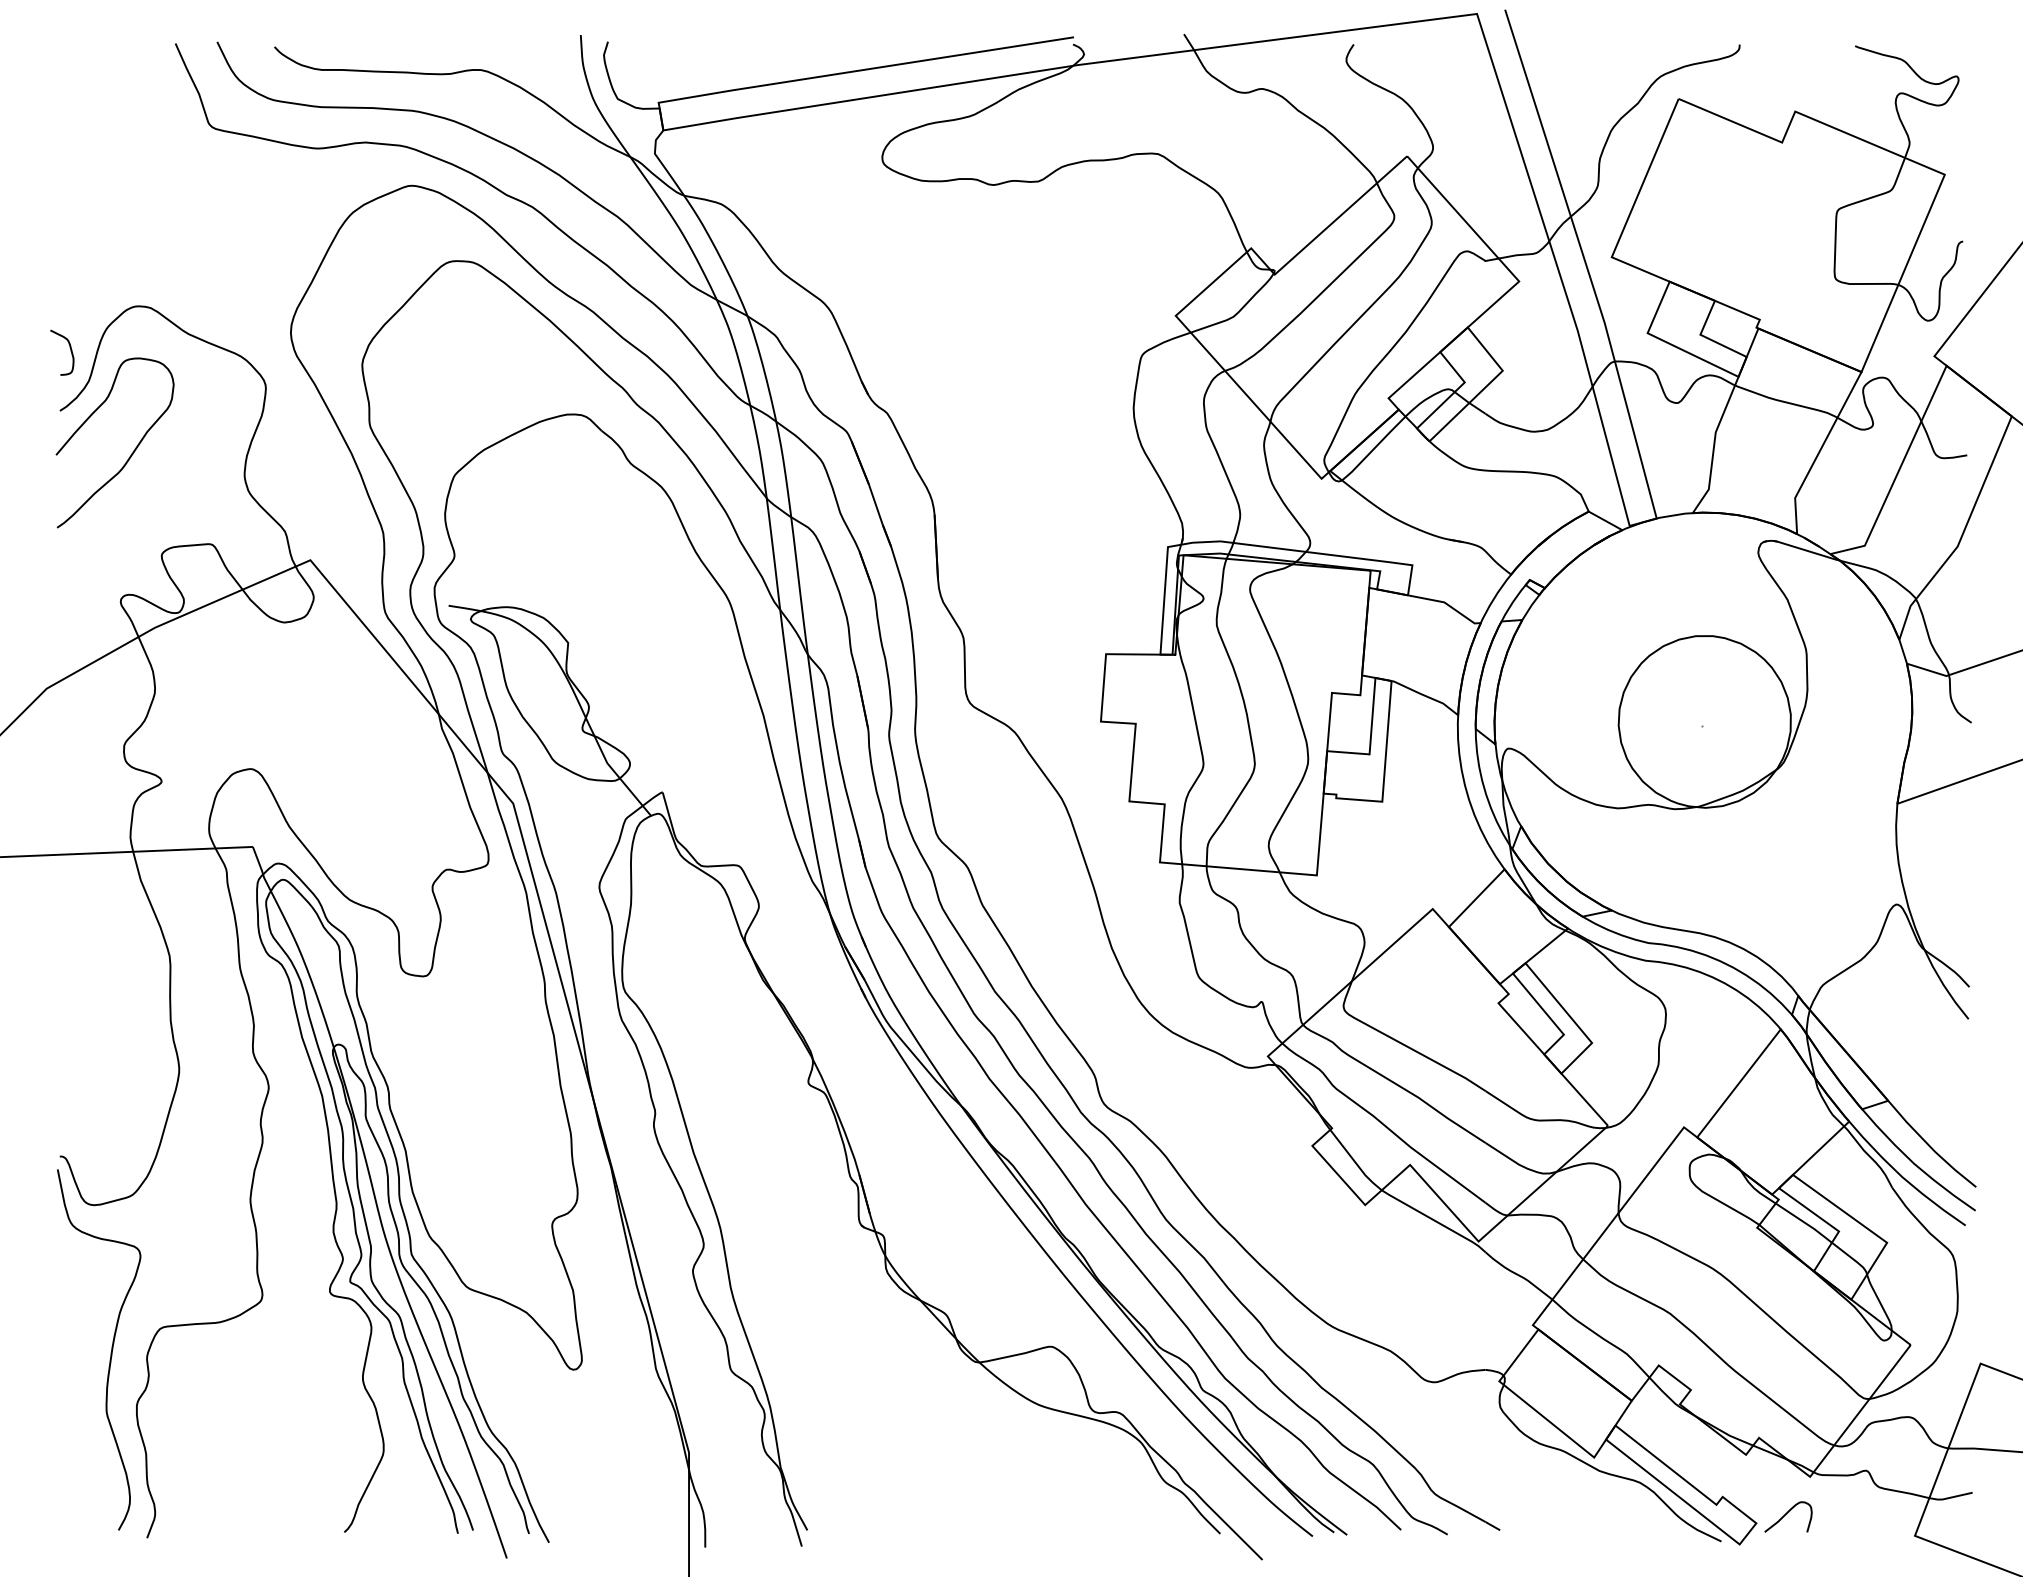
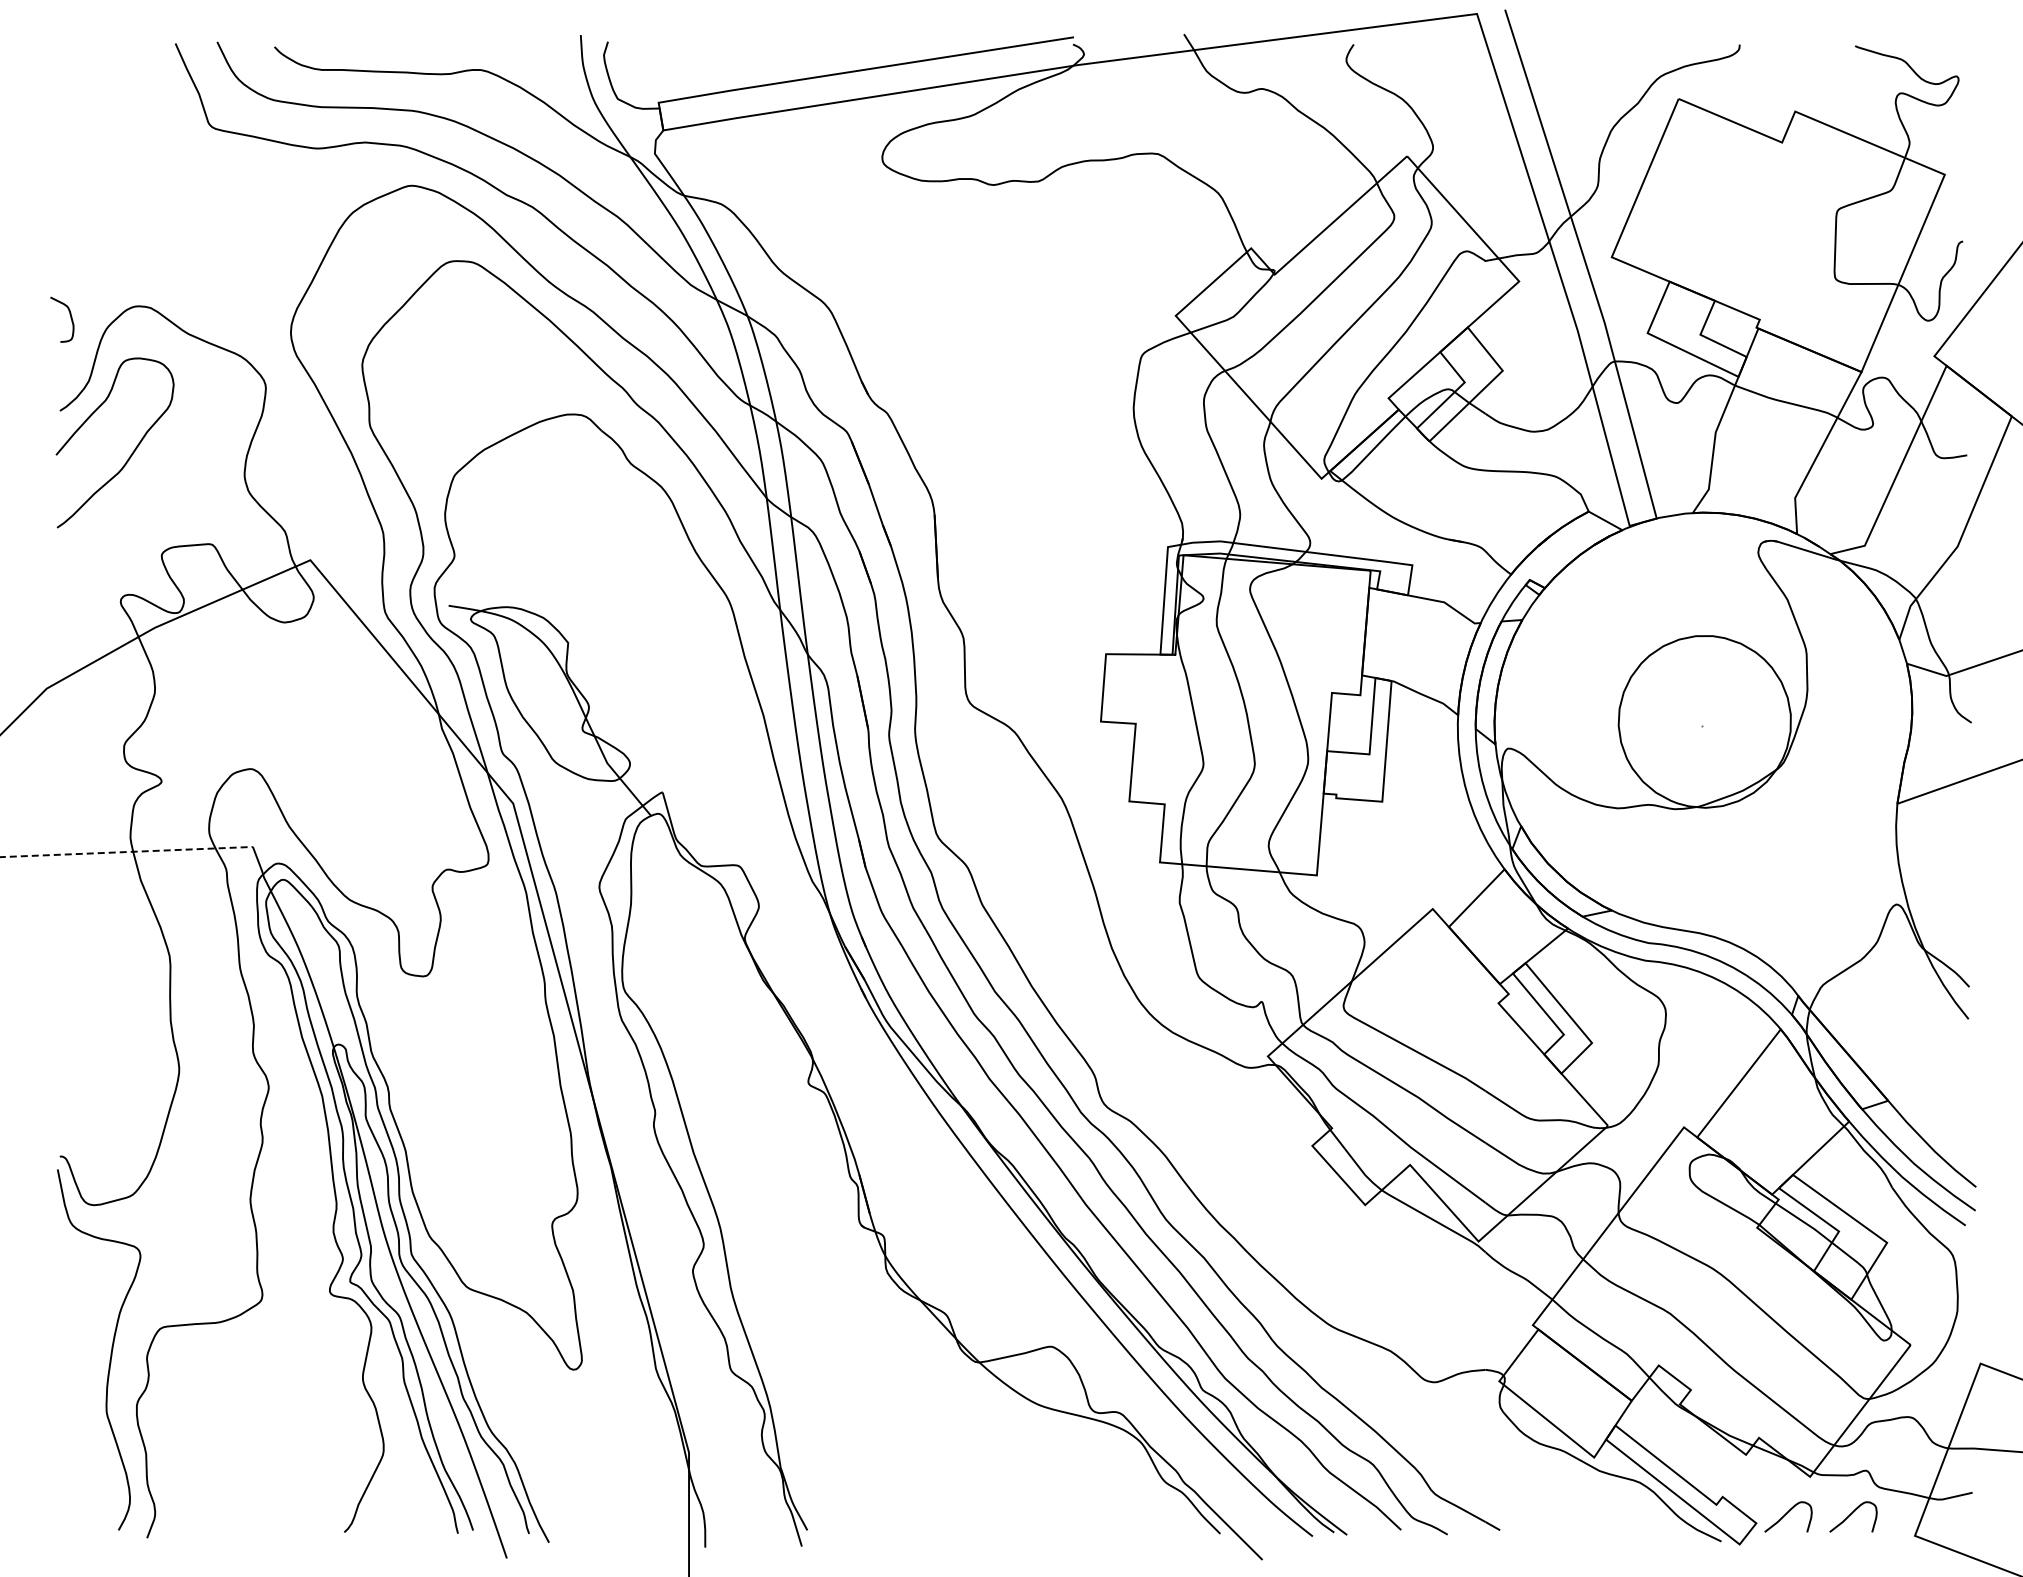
curve at (70, 351) position: (70, 351) -> (70, 318)
line at (127, 852): solid -> dashed
curve at (1851, 1514): none -> present
